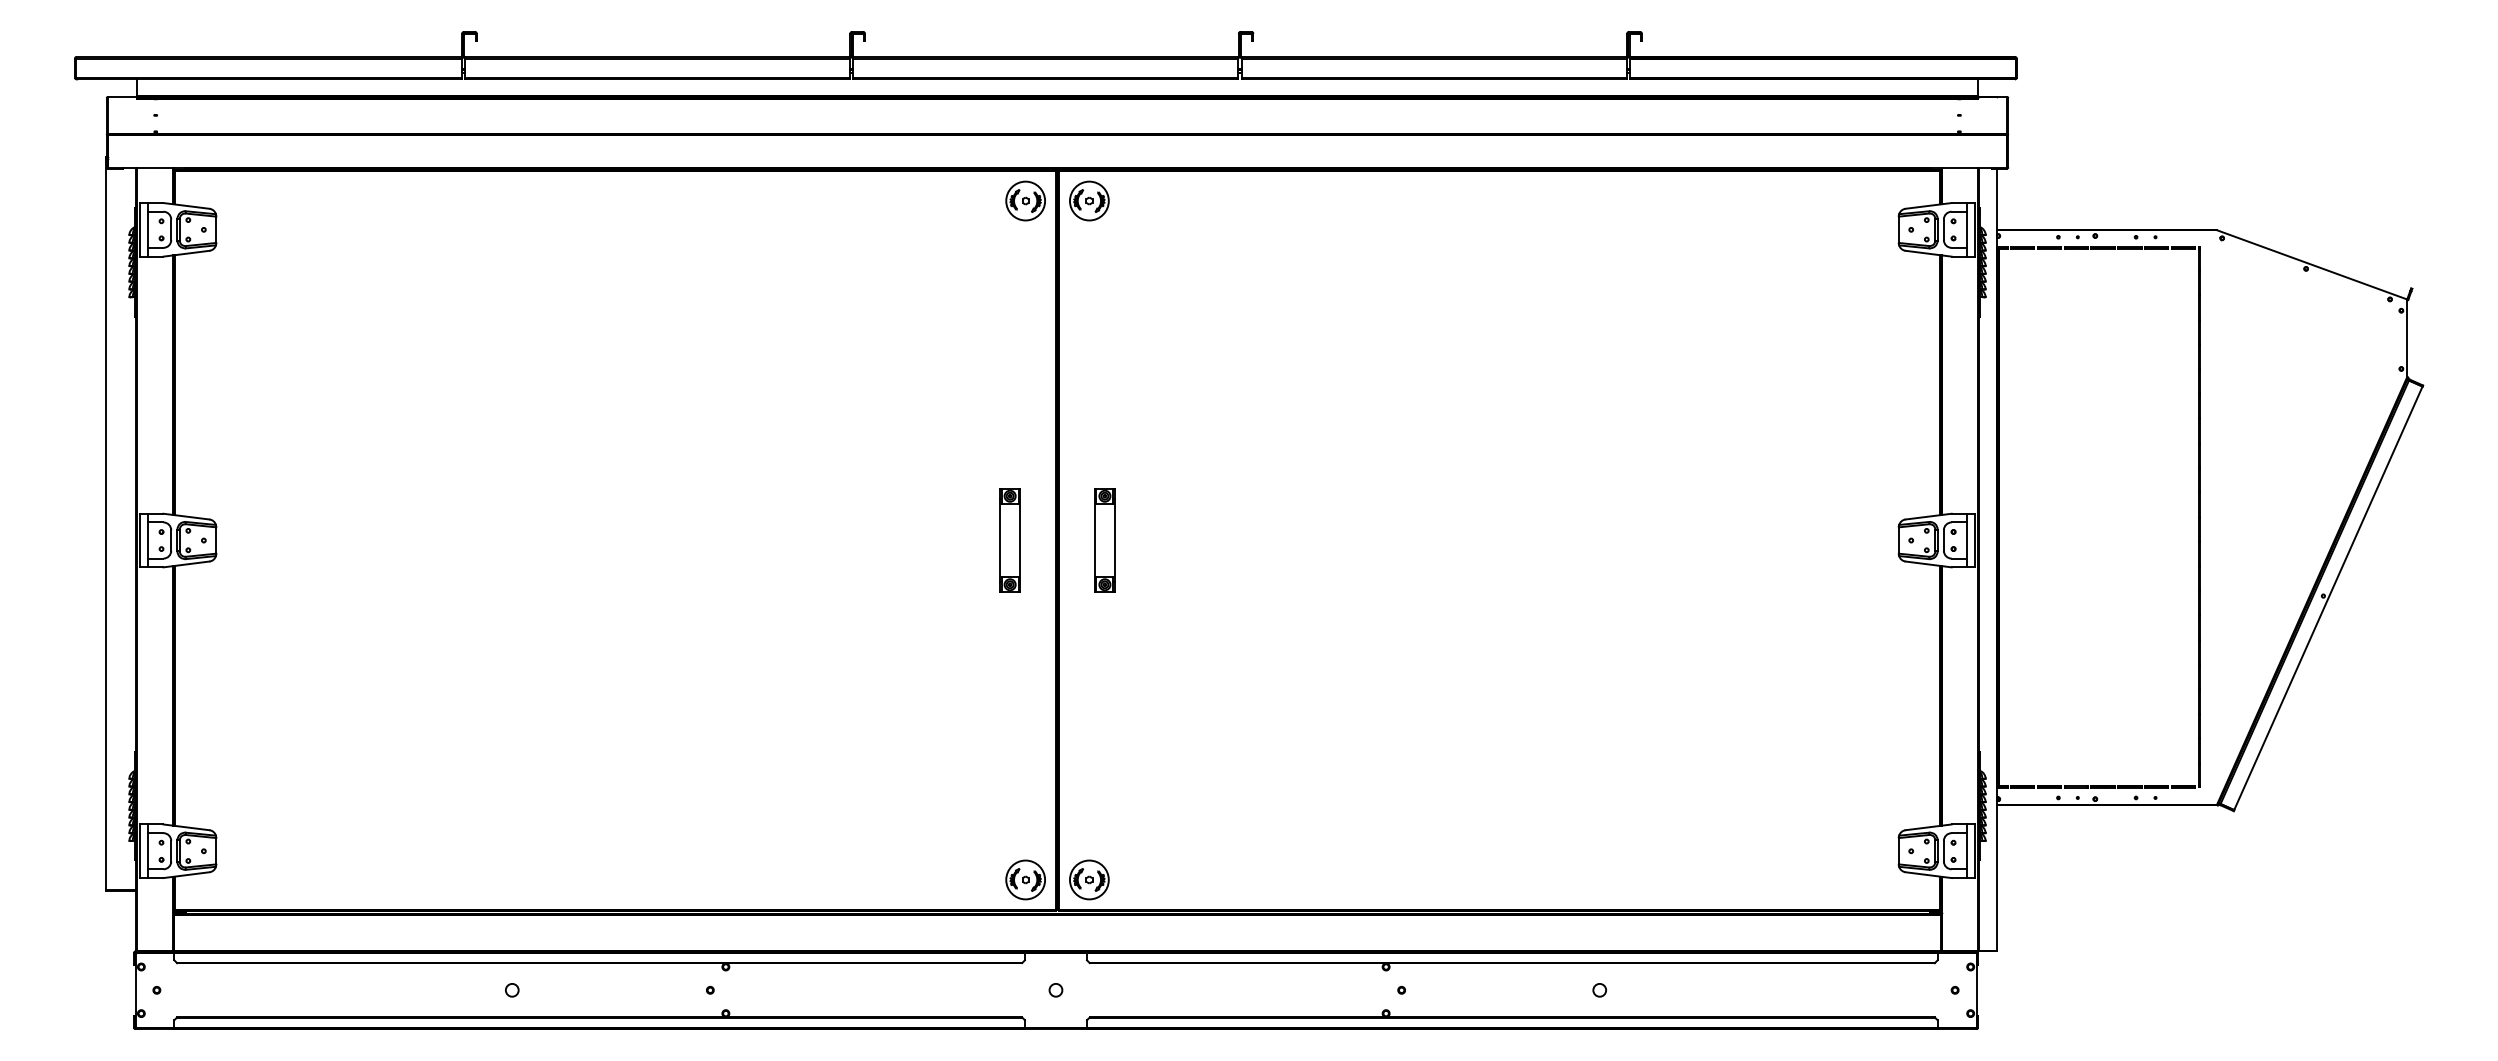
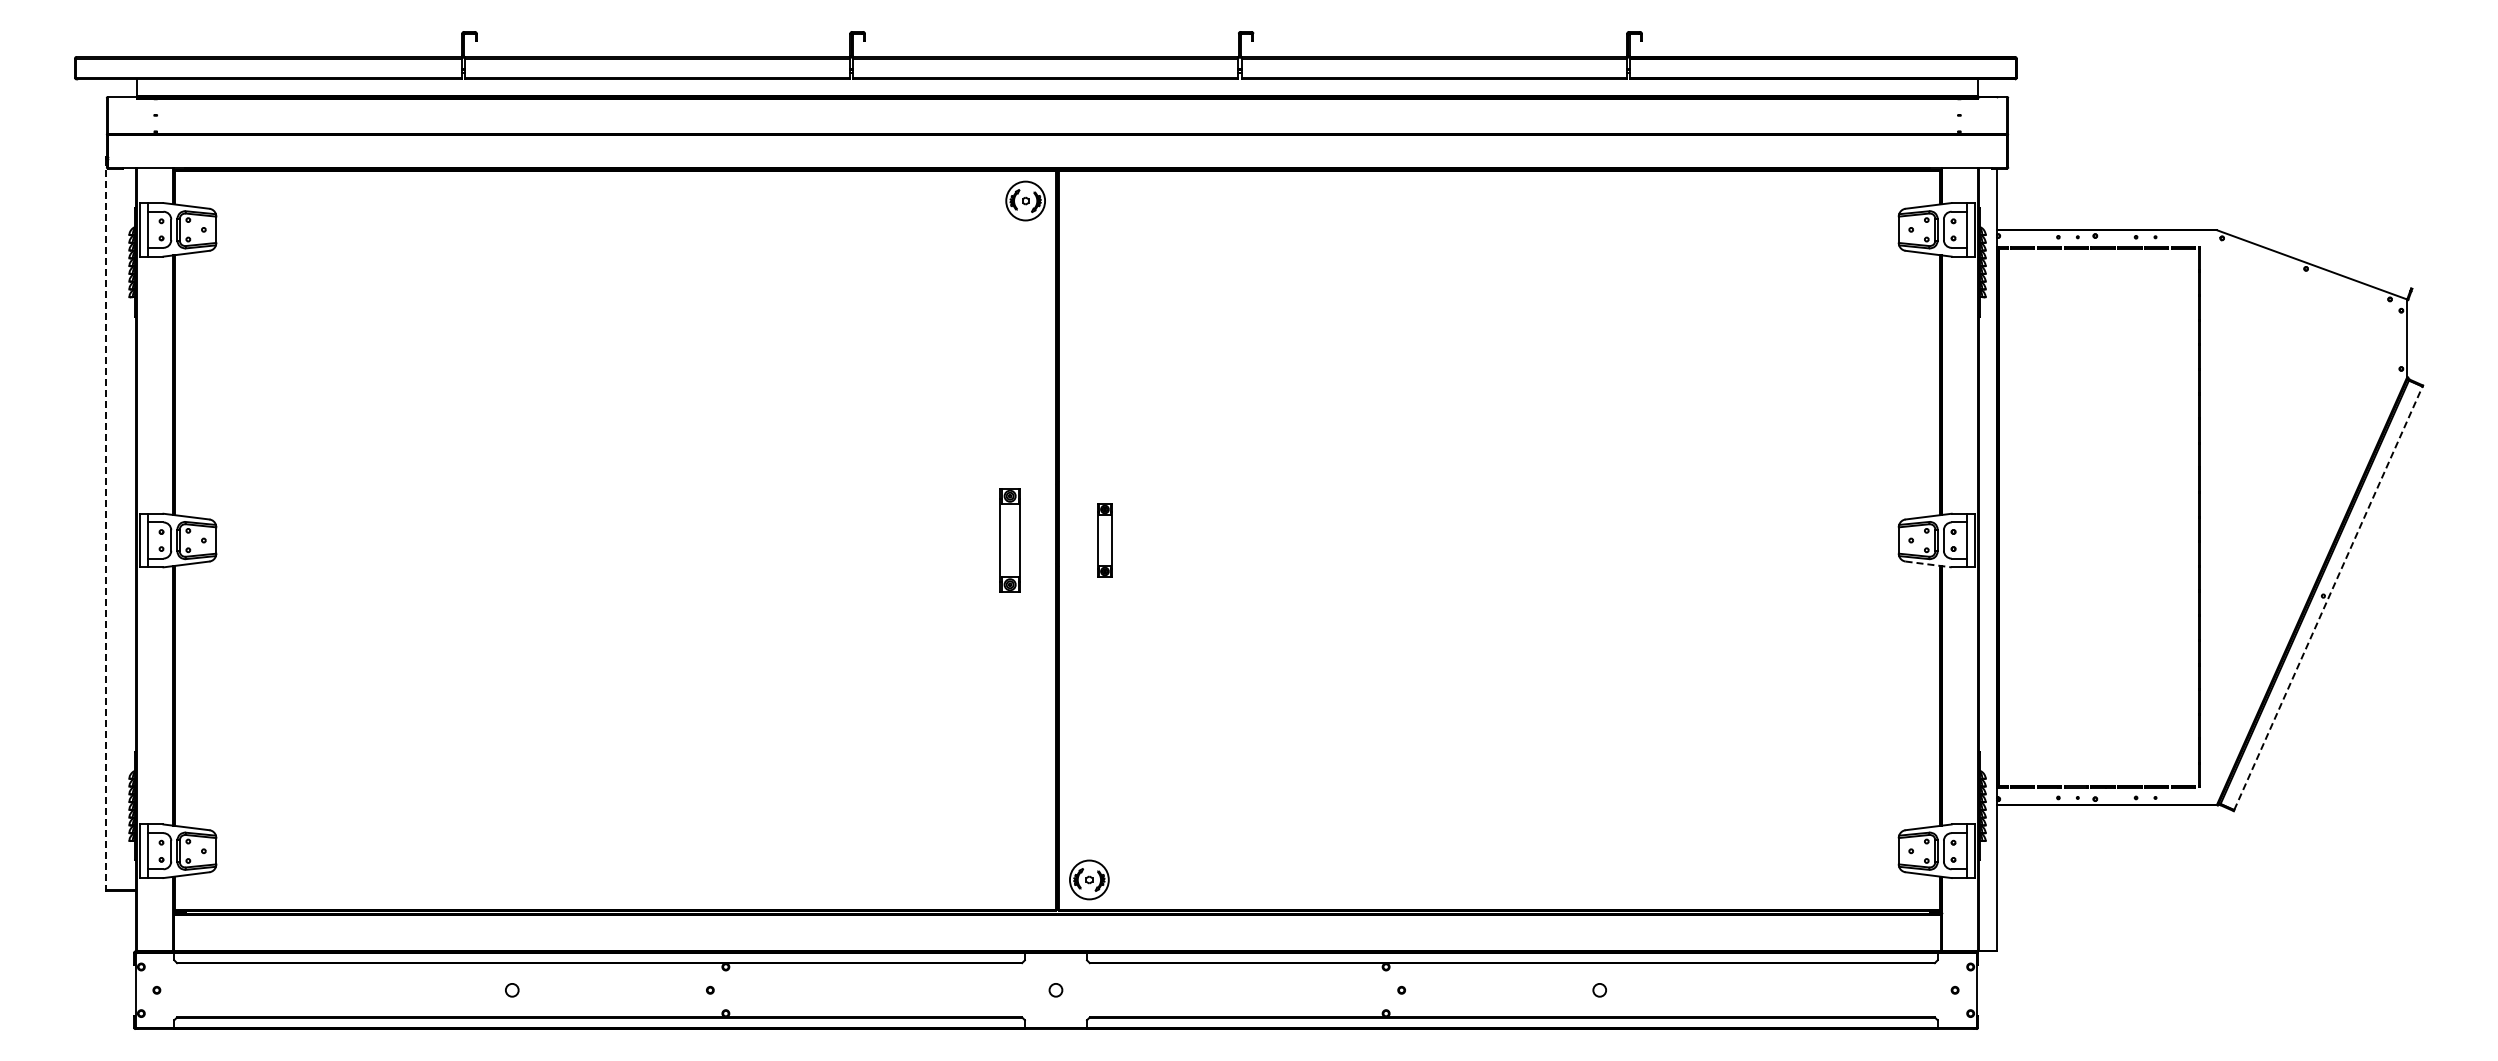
part at (1089, 200): present -> none
line at (106, 524): solid -> dashed
part at (1104, 540) size: 22x105 px -> 16x75 px
line at (1929, 564): solid -> dashed
line at (2328, 598): solid -> dashed
part at (1025, 879): present -> none
